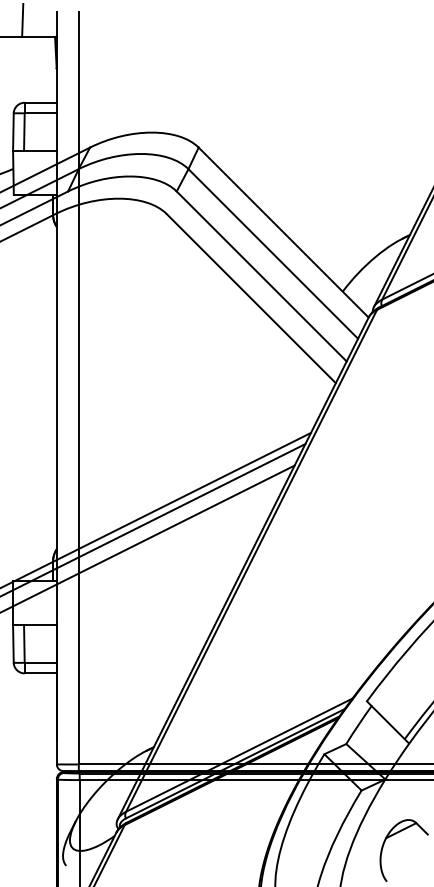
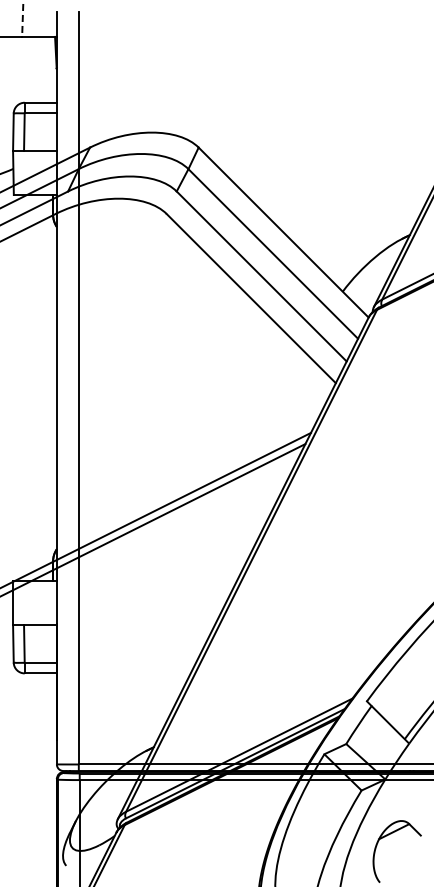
line at (22, 20): solid -> dashed
line at (148, 538): present -> none
part at (396, 834) position: (396, 834) -> (389, 835)
